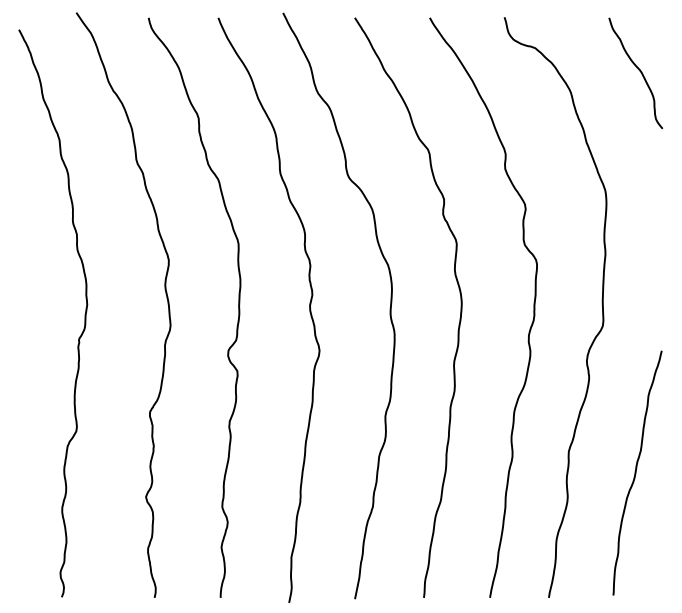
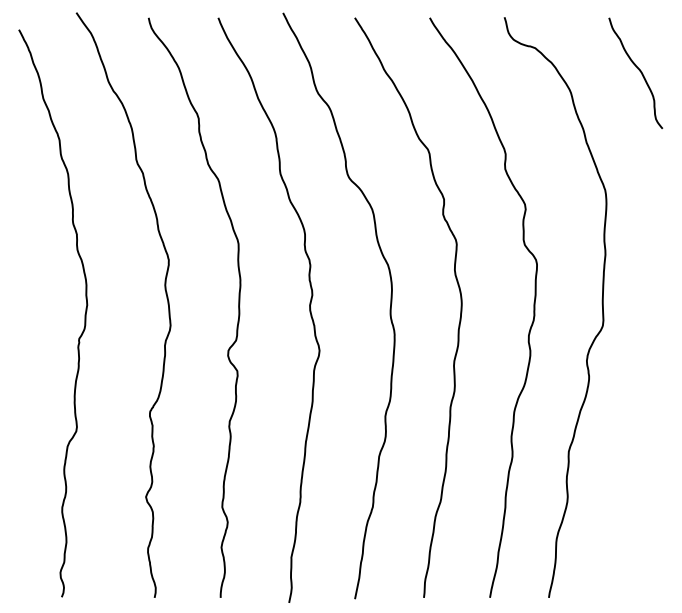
curve at (636, 472): present -> none
